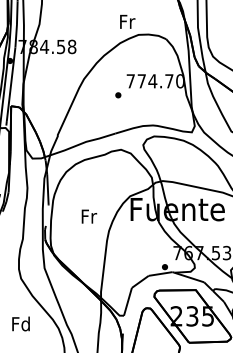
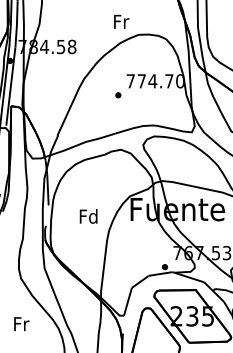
text at (127, 21) position: (127, 21) -> (121, 21)
text at (88, 216): Fr -> Fd
text at (20, 323): Fd -> Fr
